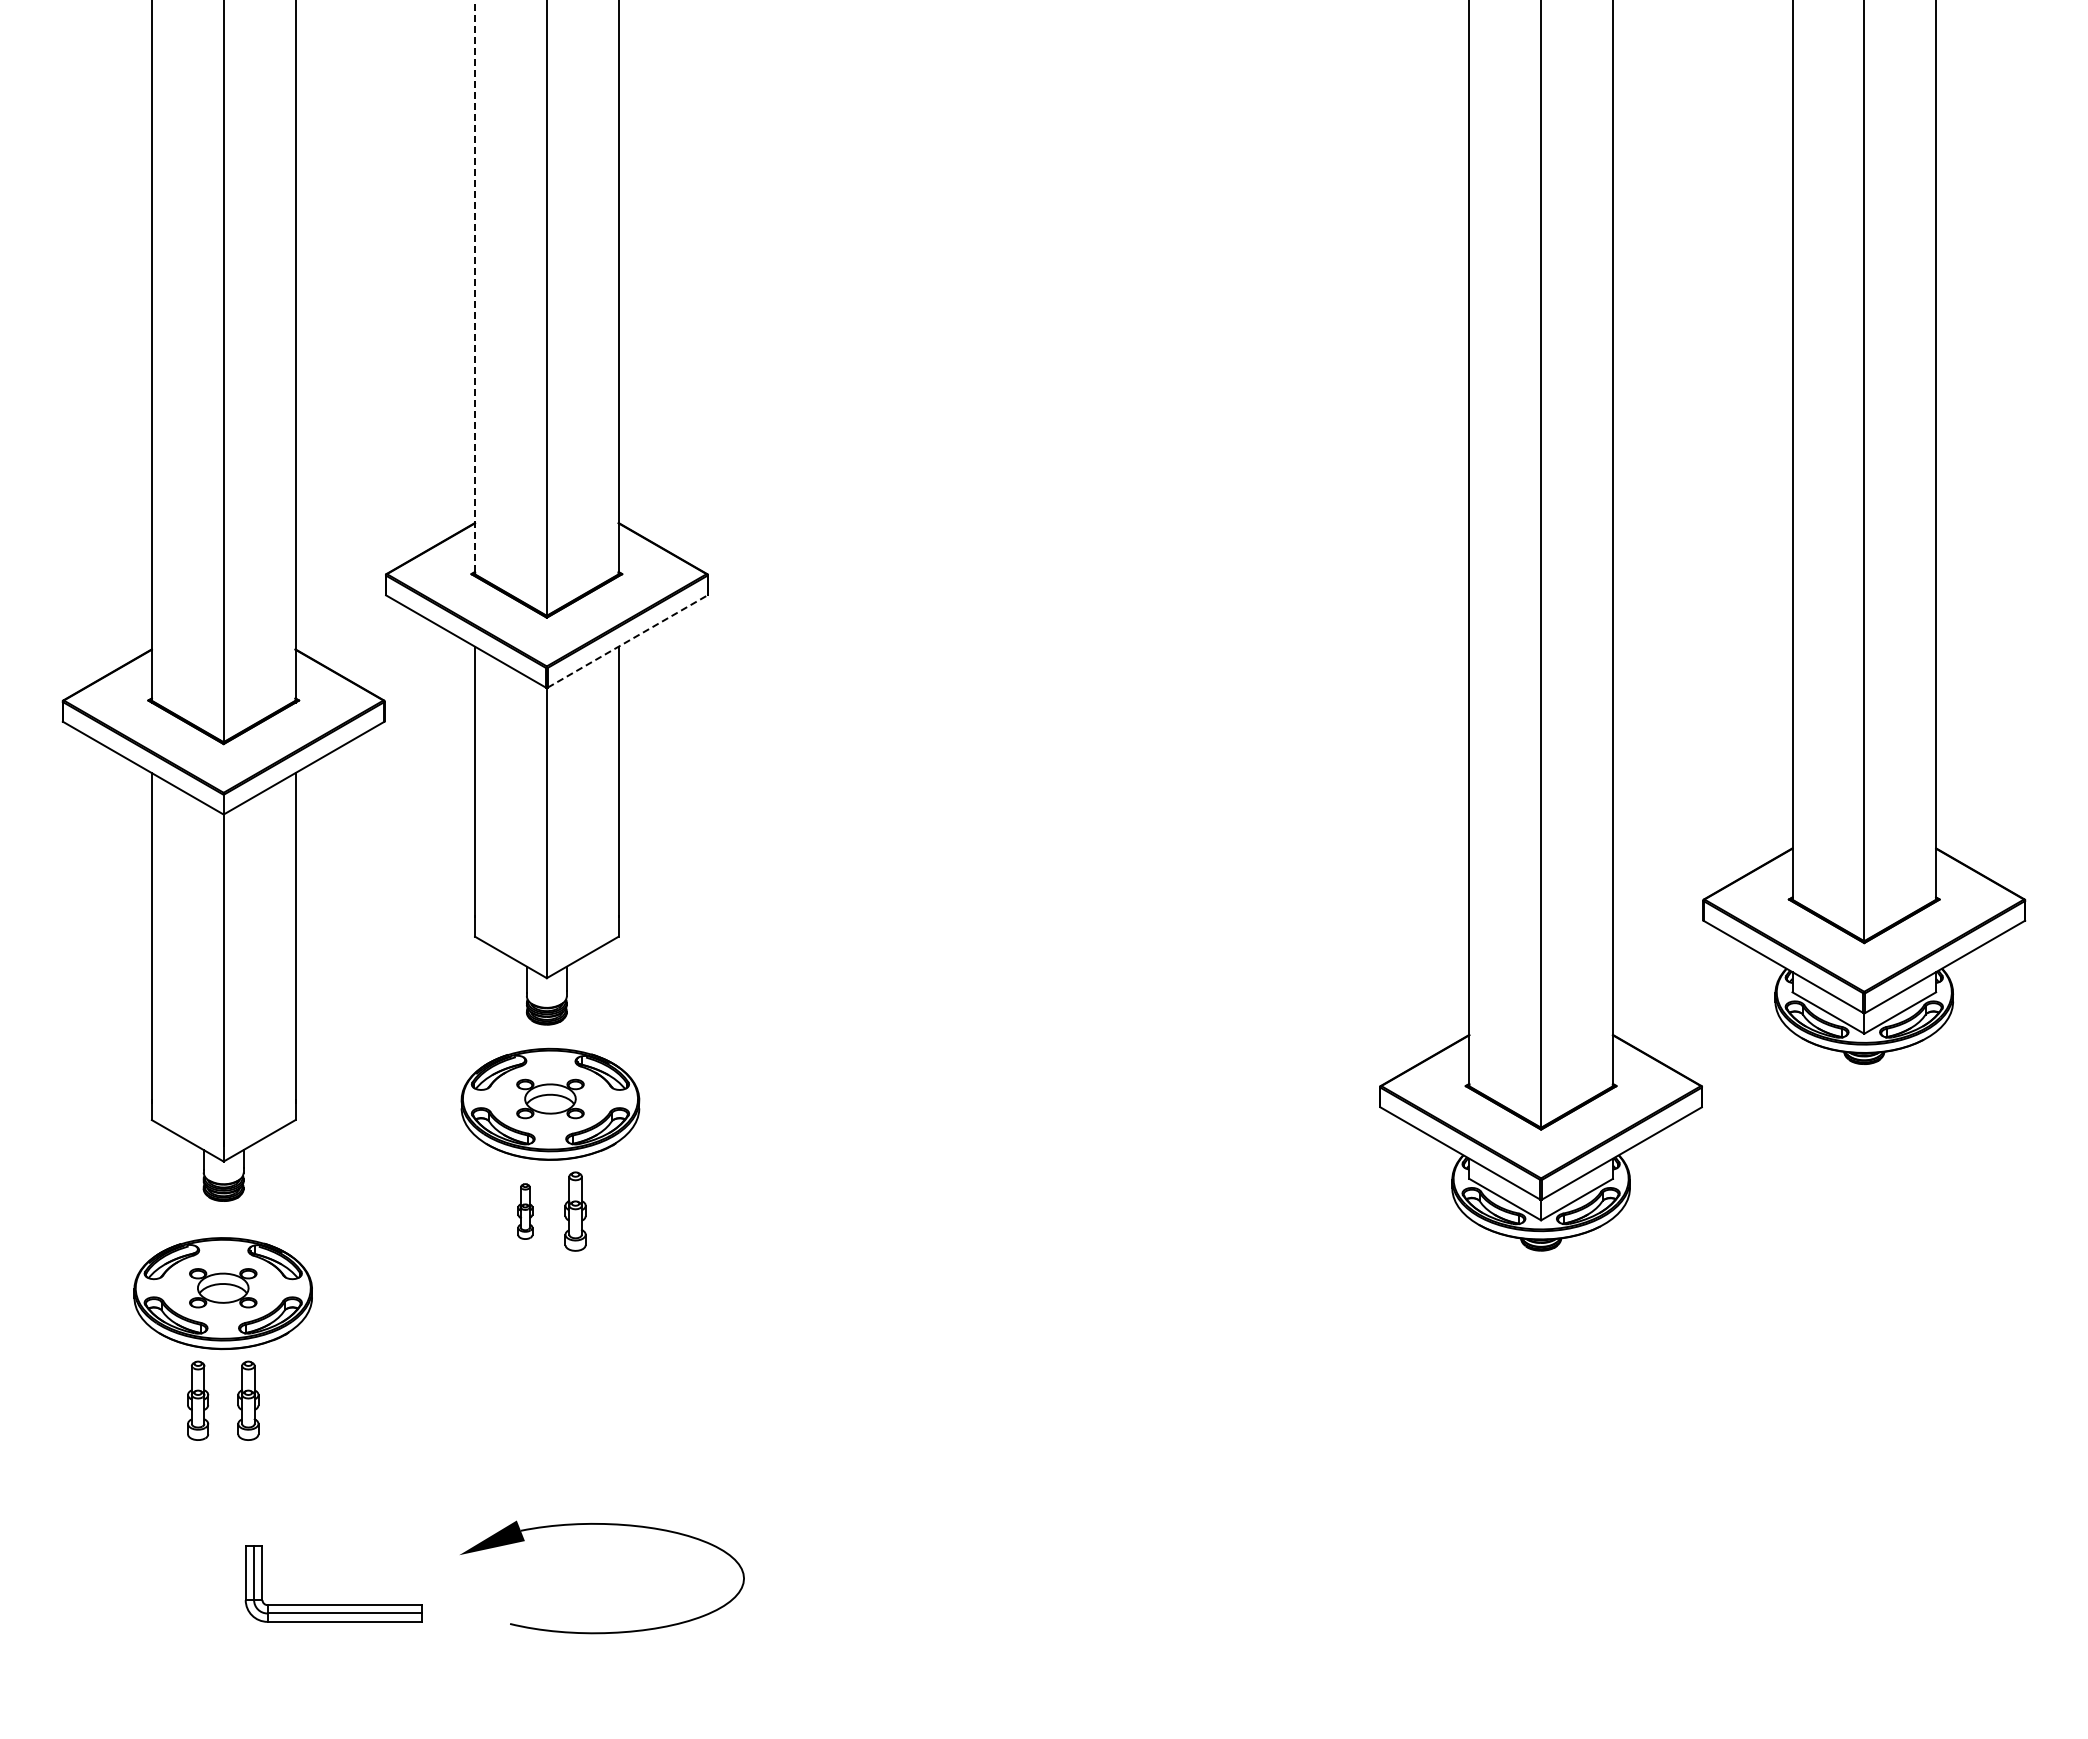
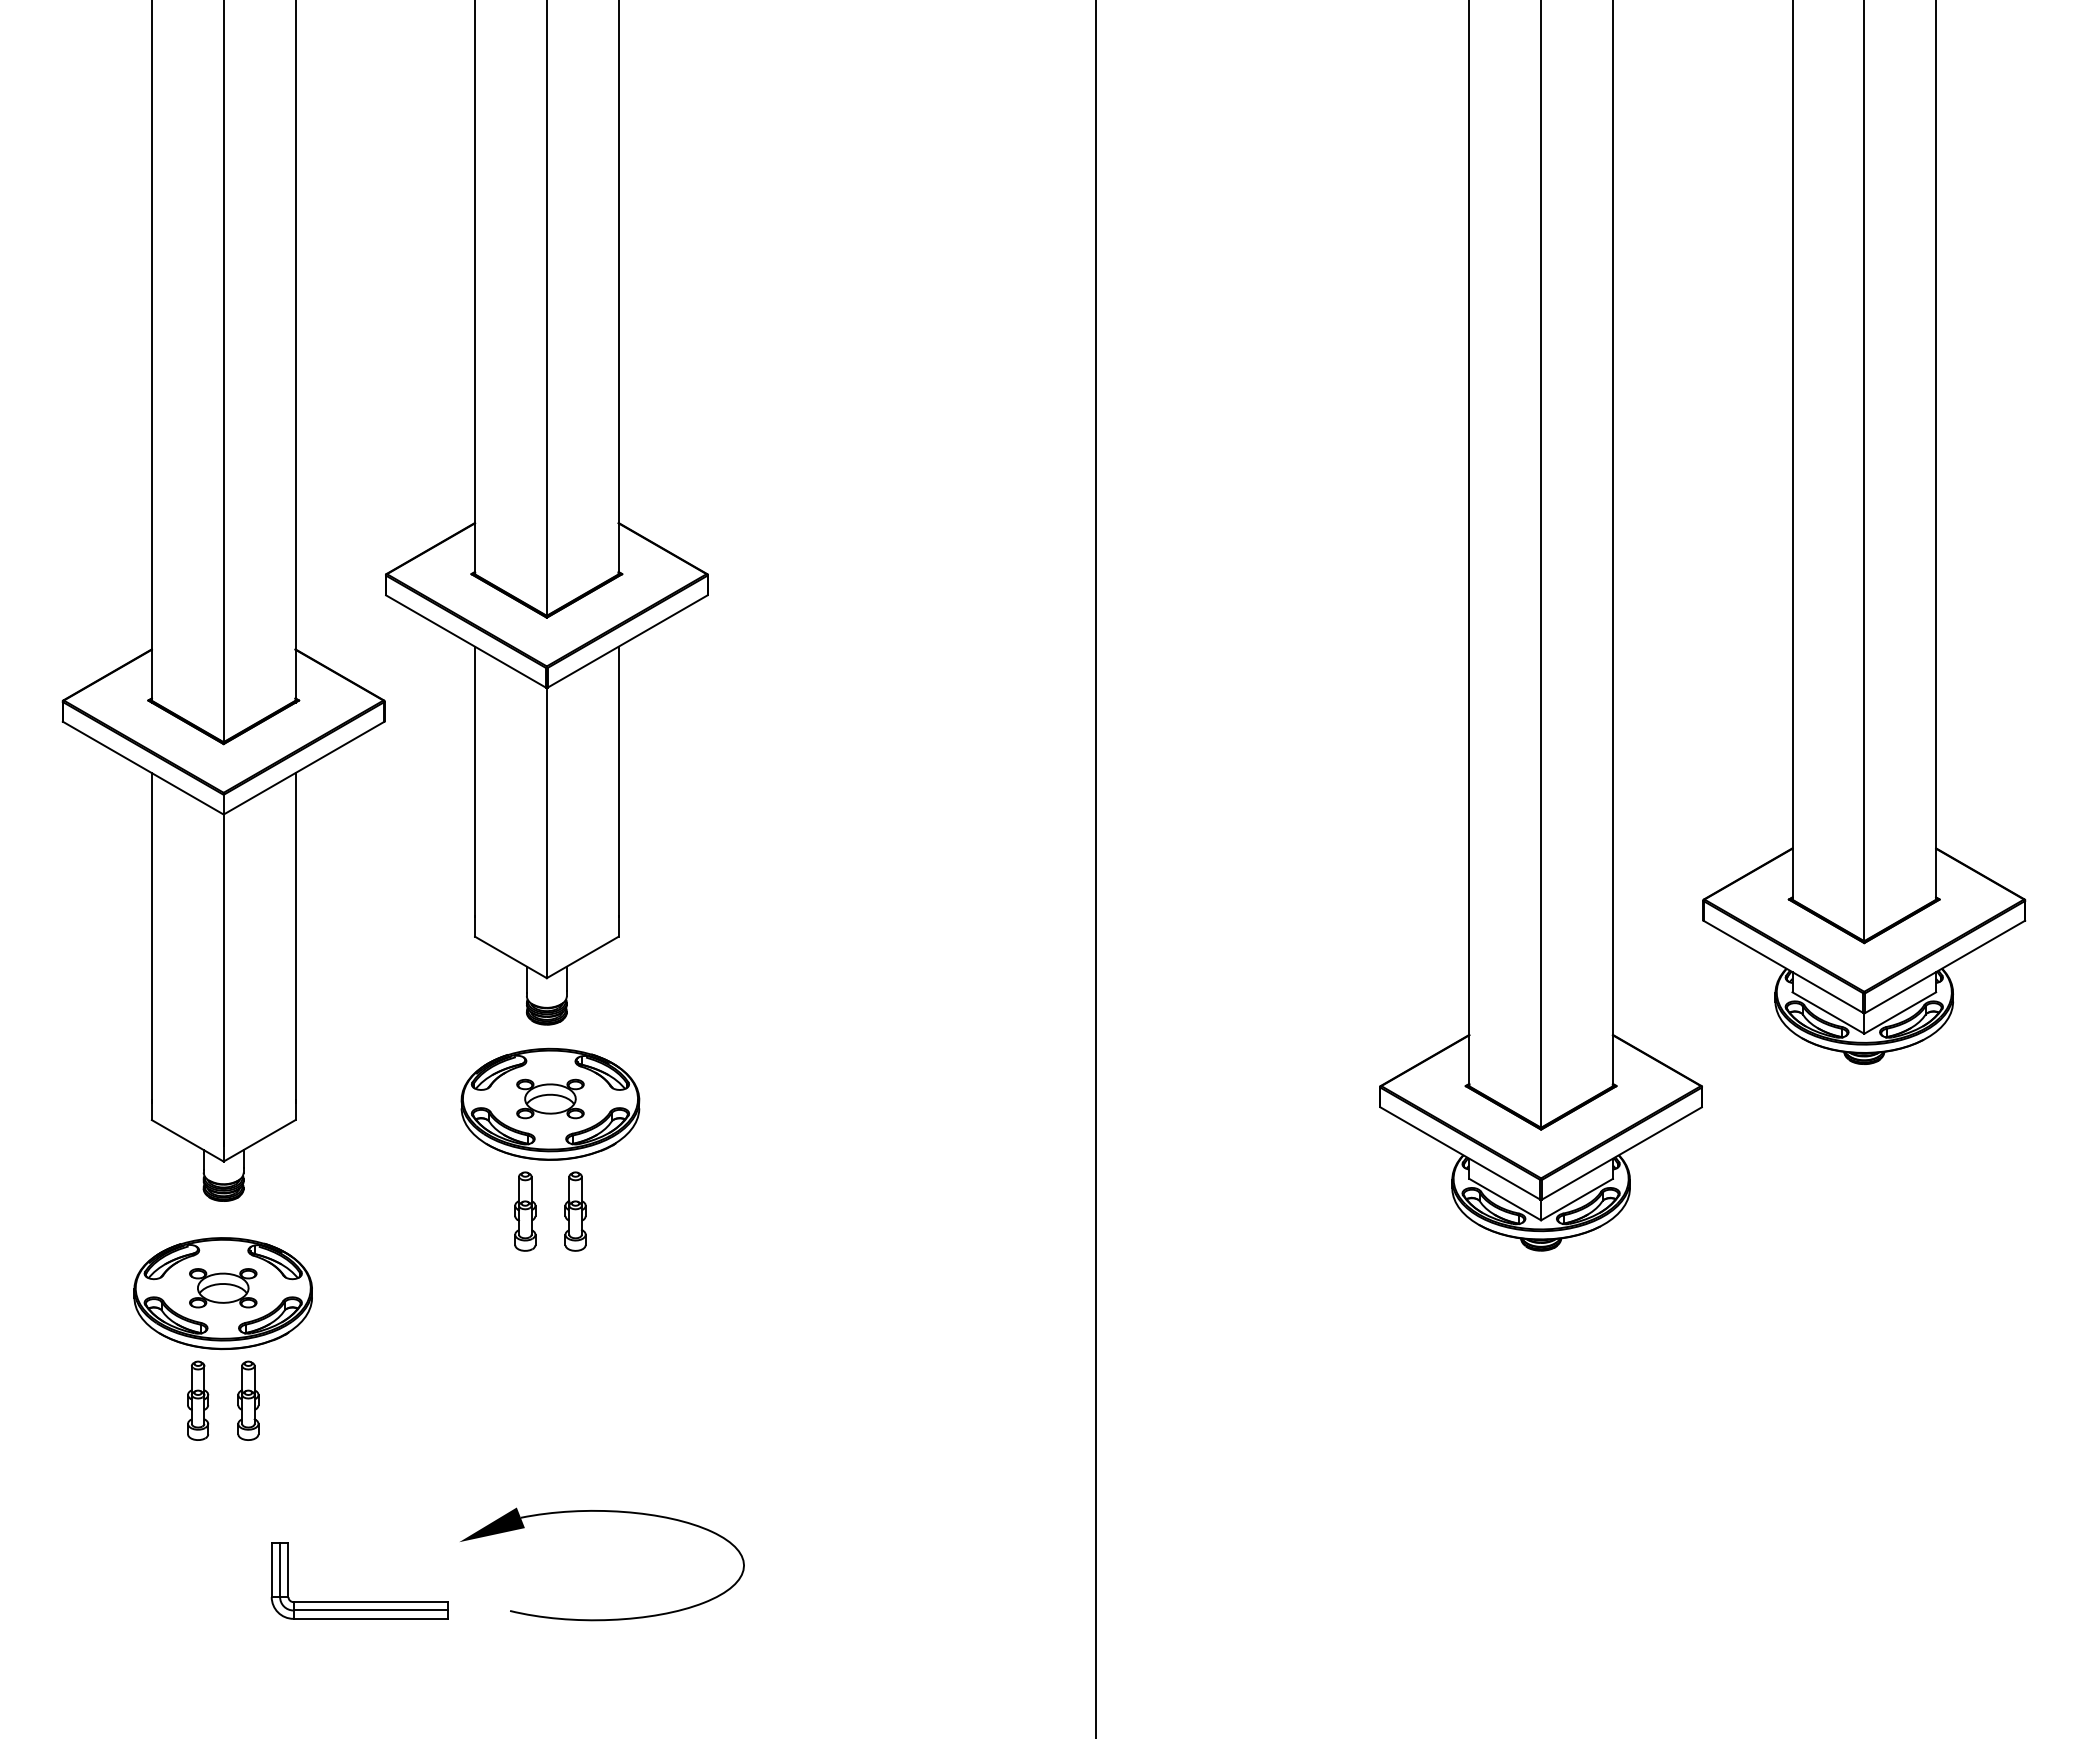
line at (475, 288): dashed -> solid
line at (628, 641): dashed -> solid
line at (1096, 868): none -> present
part at (525, 1211) size: 17x57 px -> 23x81 px
part at (609, 1525) position: (609, 1525) -> (609, 1512)
part at (333, 1604) position: (333, 1604) -> (359, 1601)
